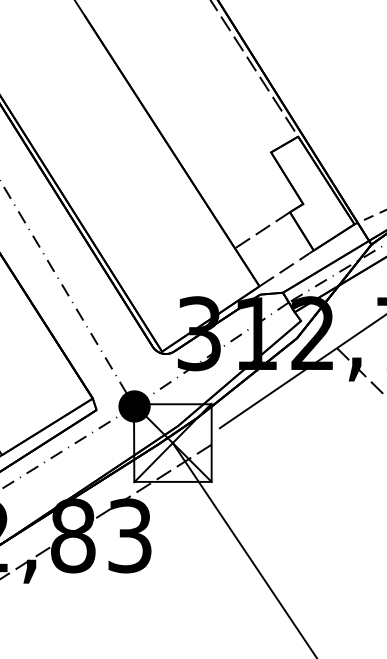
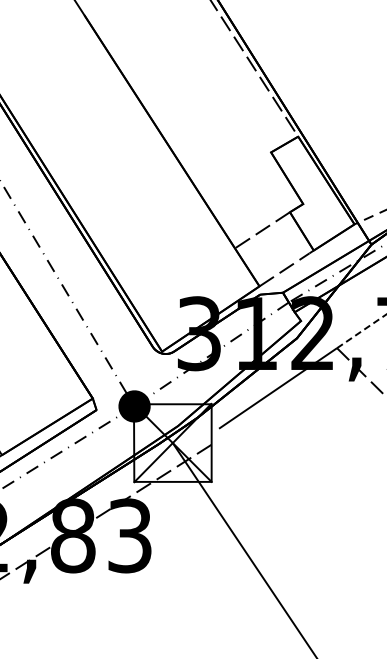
line at (361, 331): solid -> dashed
